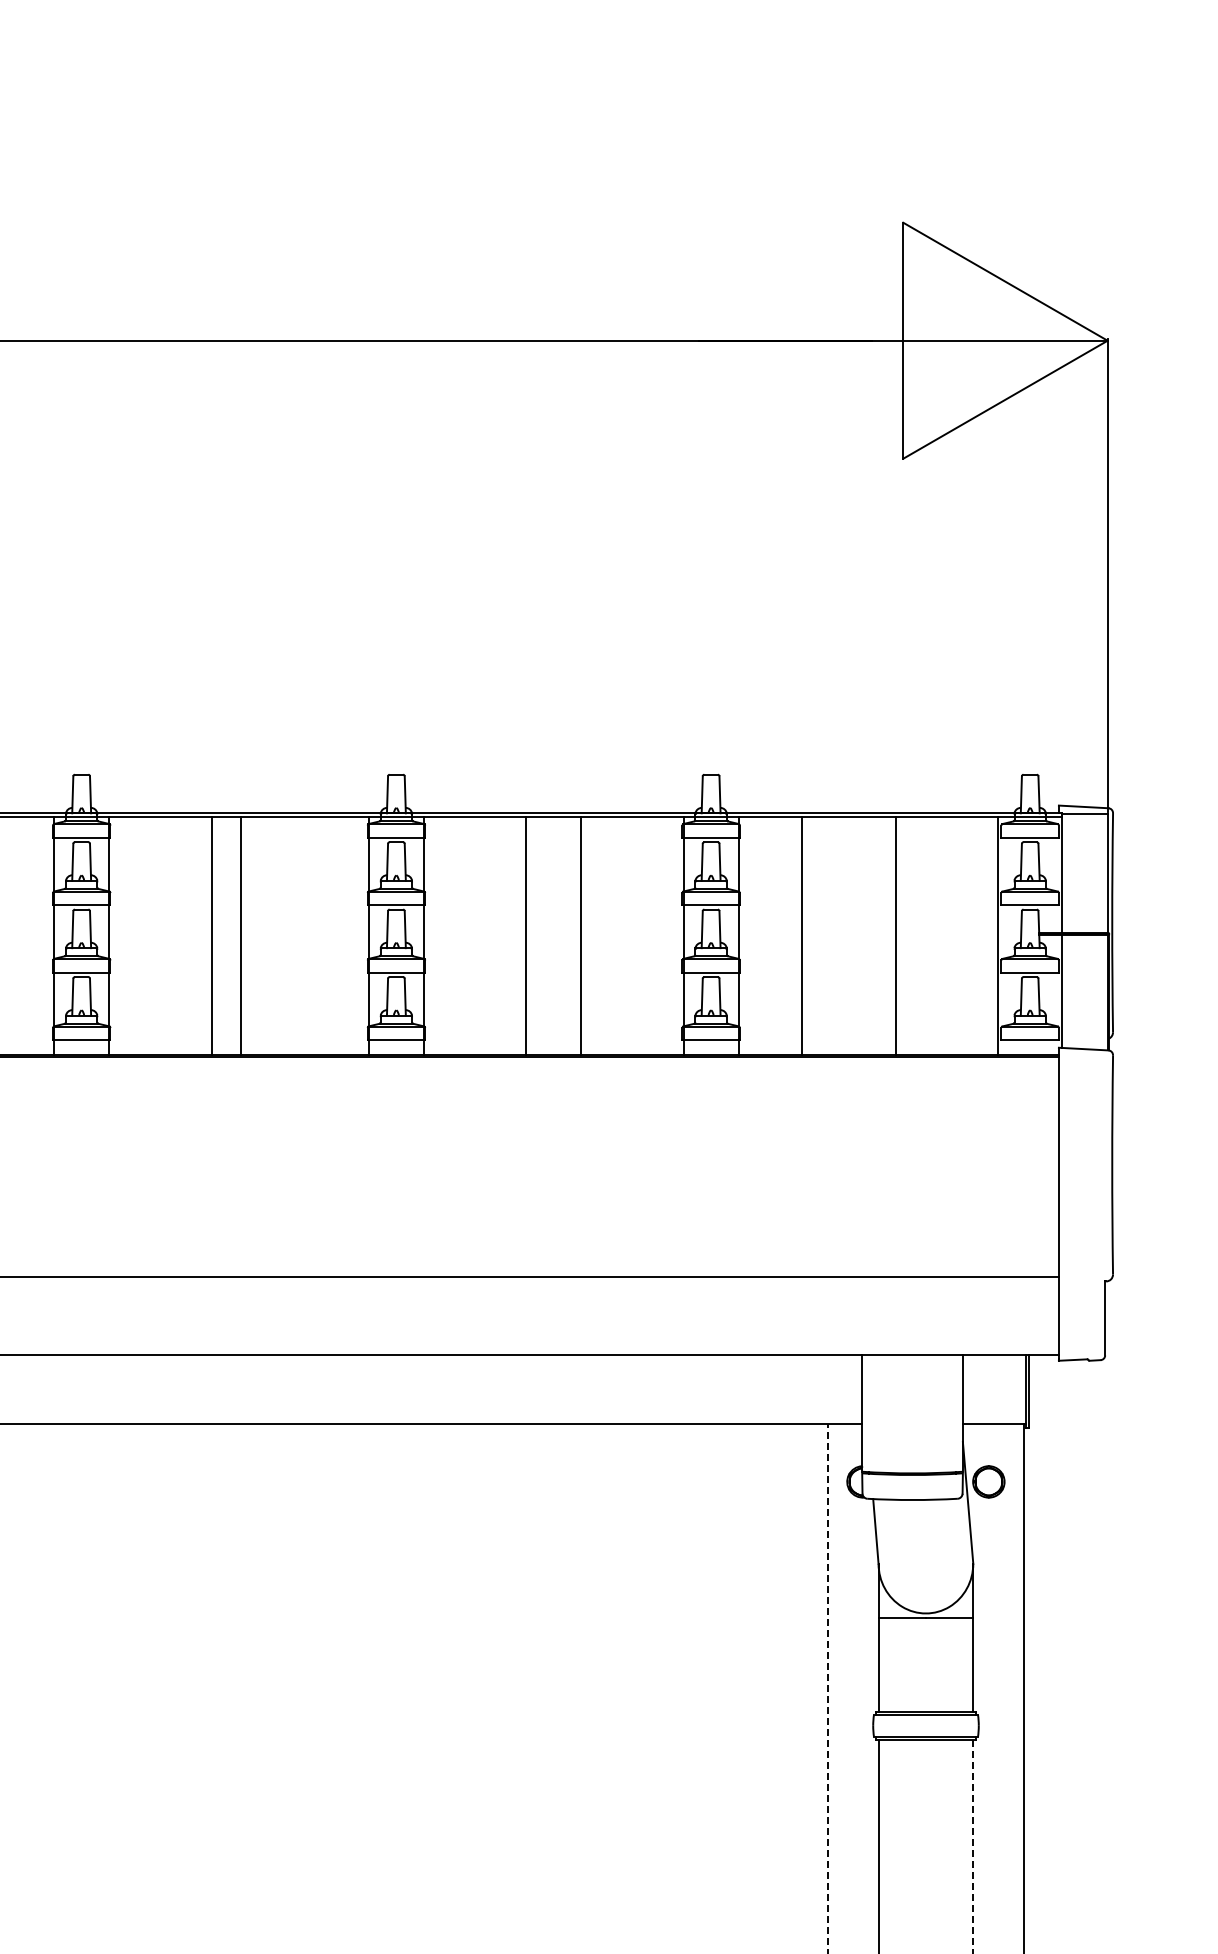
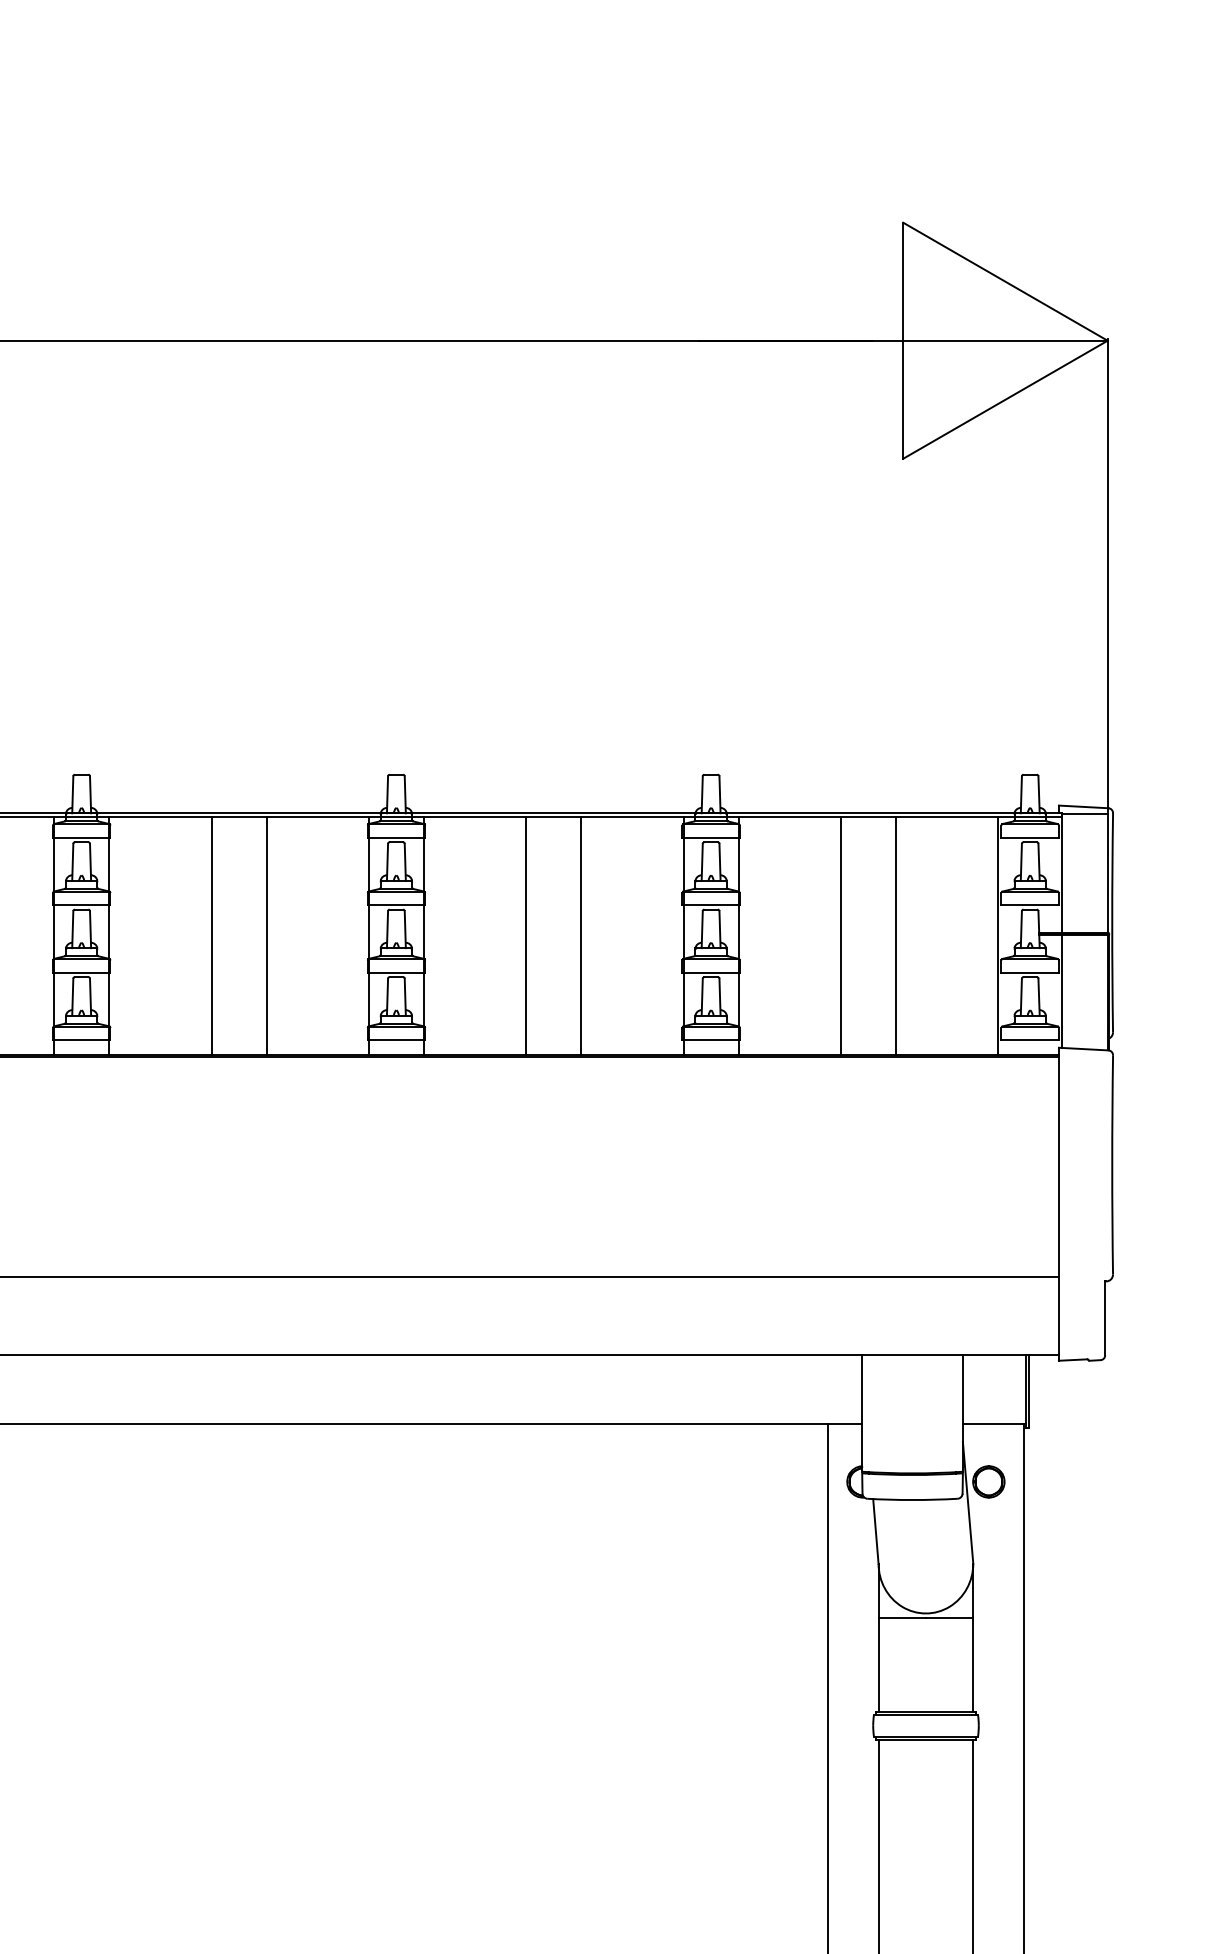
line at (240, 935) position: (240, 935) -> (266, 935)
line at (801, 935) position: (801, 935) -> (840, 935)
line at (827, 1688): dashed -> solid
line at (973, 1846): dashed -> solid
